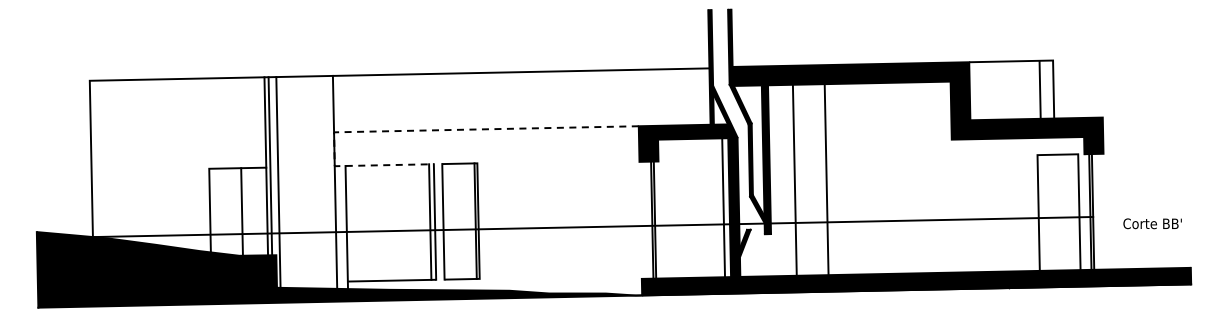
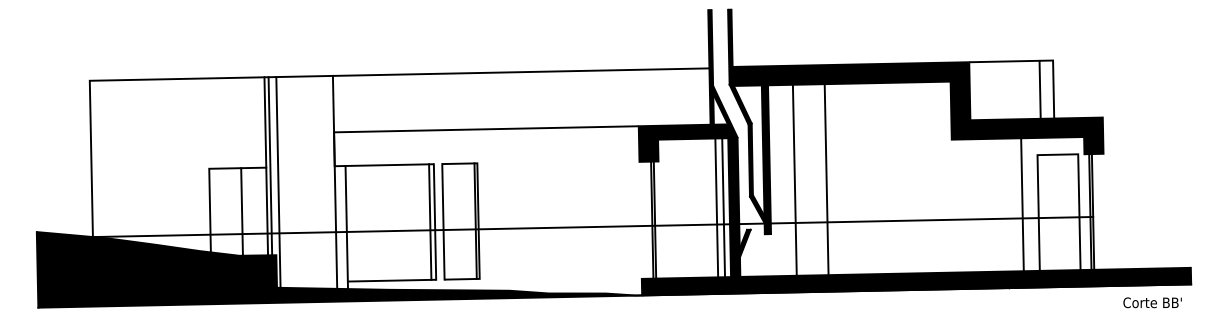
line at (418, 130): dashed -> solid
line at (1022, 204): none -> present
line at (716, 207): none -> present
text at (1152, 223) position: (1152, 223) -> (1152, 302)
